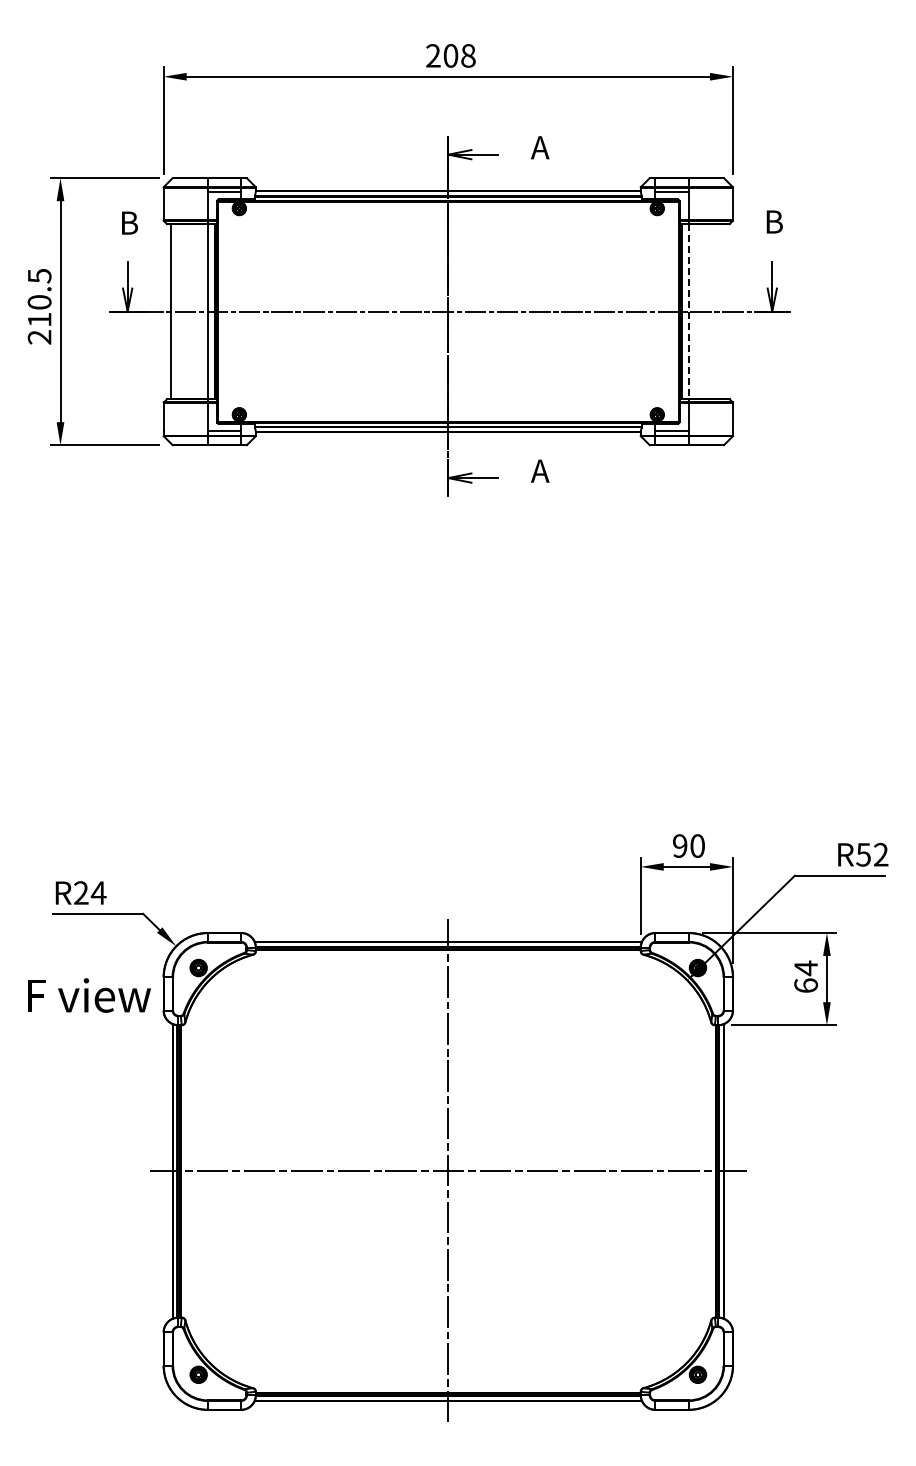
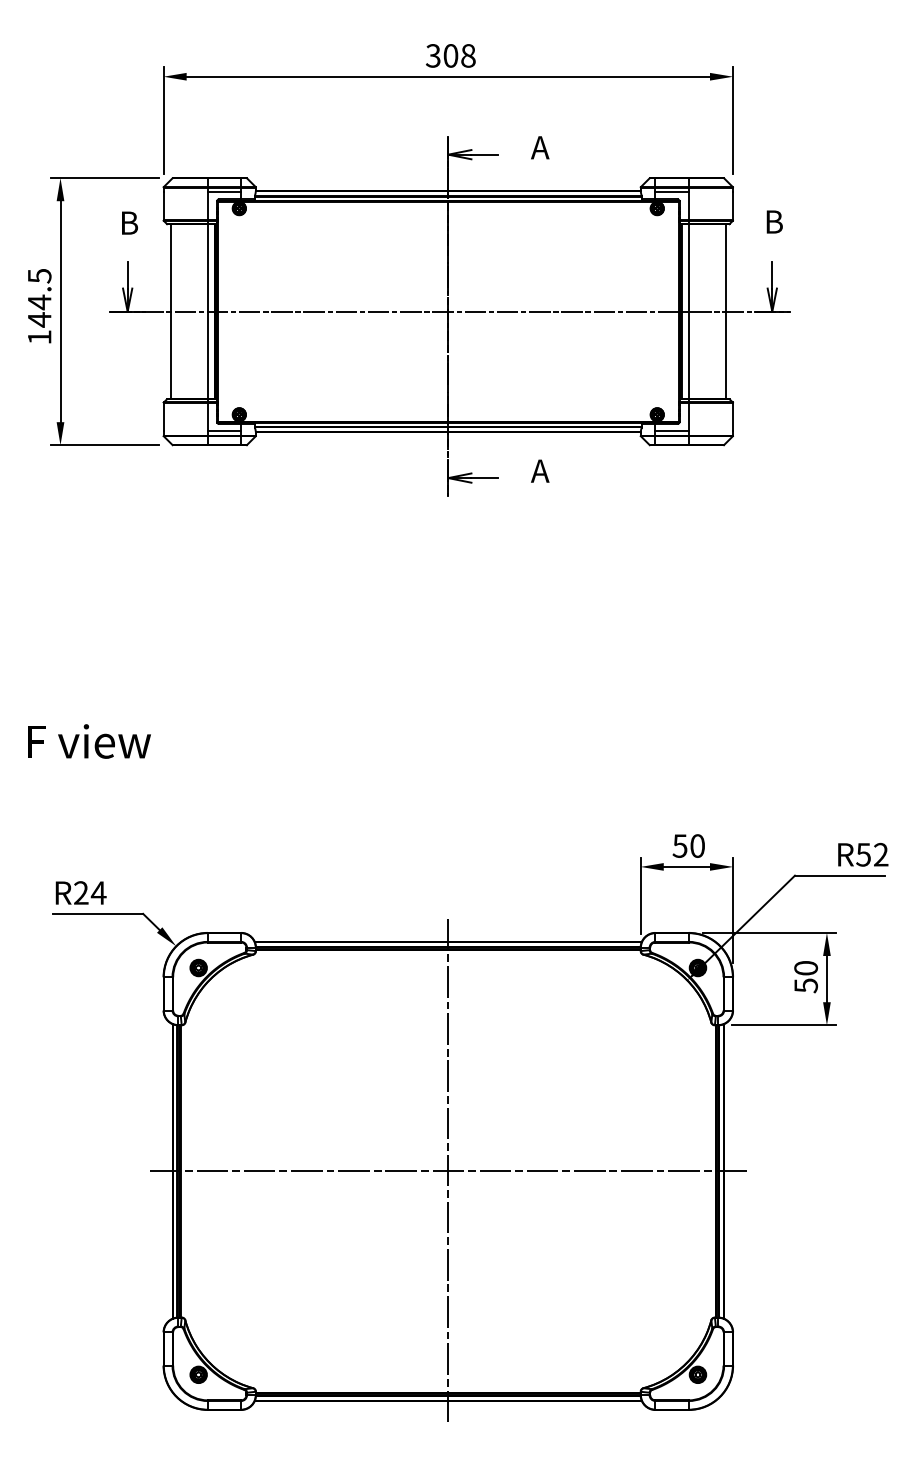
text at (432, 55): 208 -> 308
line at (725, 311): none -> present
line at (688, 312): dashed -> solid
text at (39, 319): 210.5 -> 144.5
text at (679, 845): 90 -> 50
text at (806, 976): 64 -> 50
text at (89, 995) position: (89, 995) -> (89, 741)
